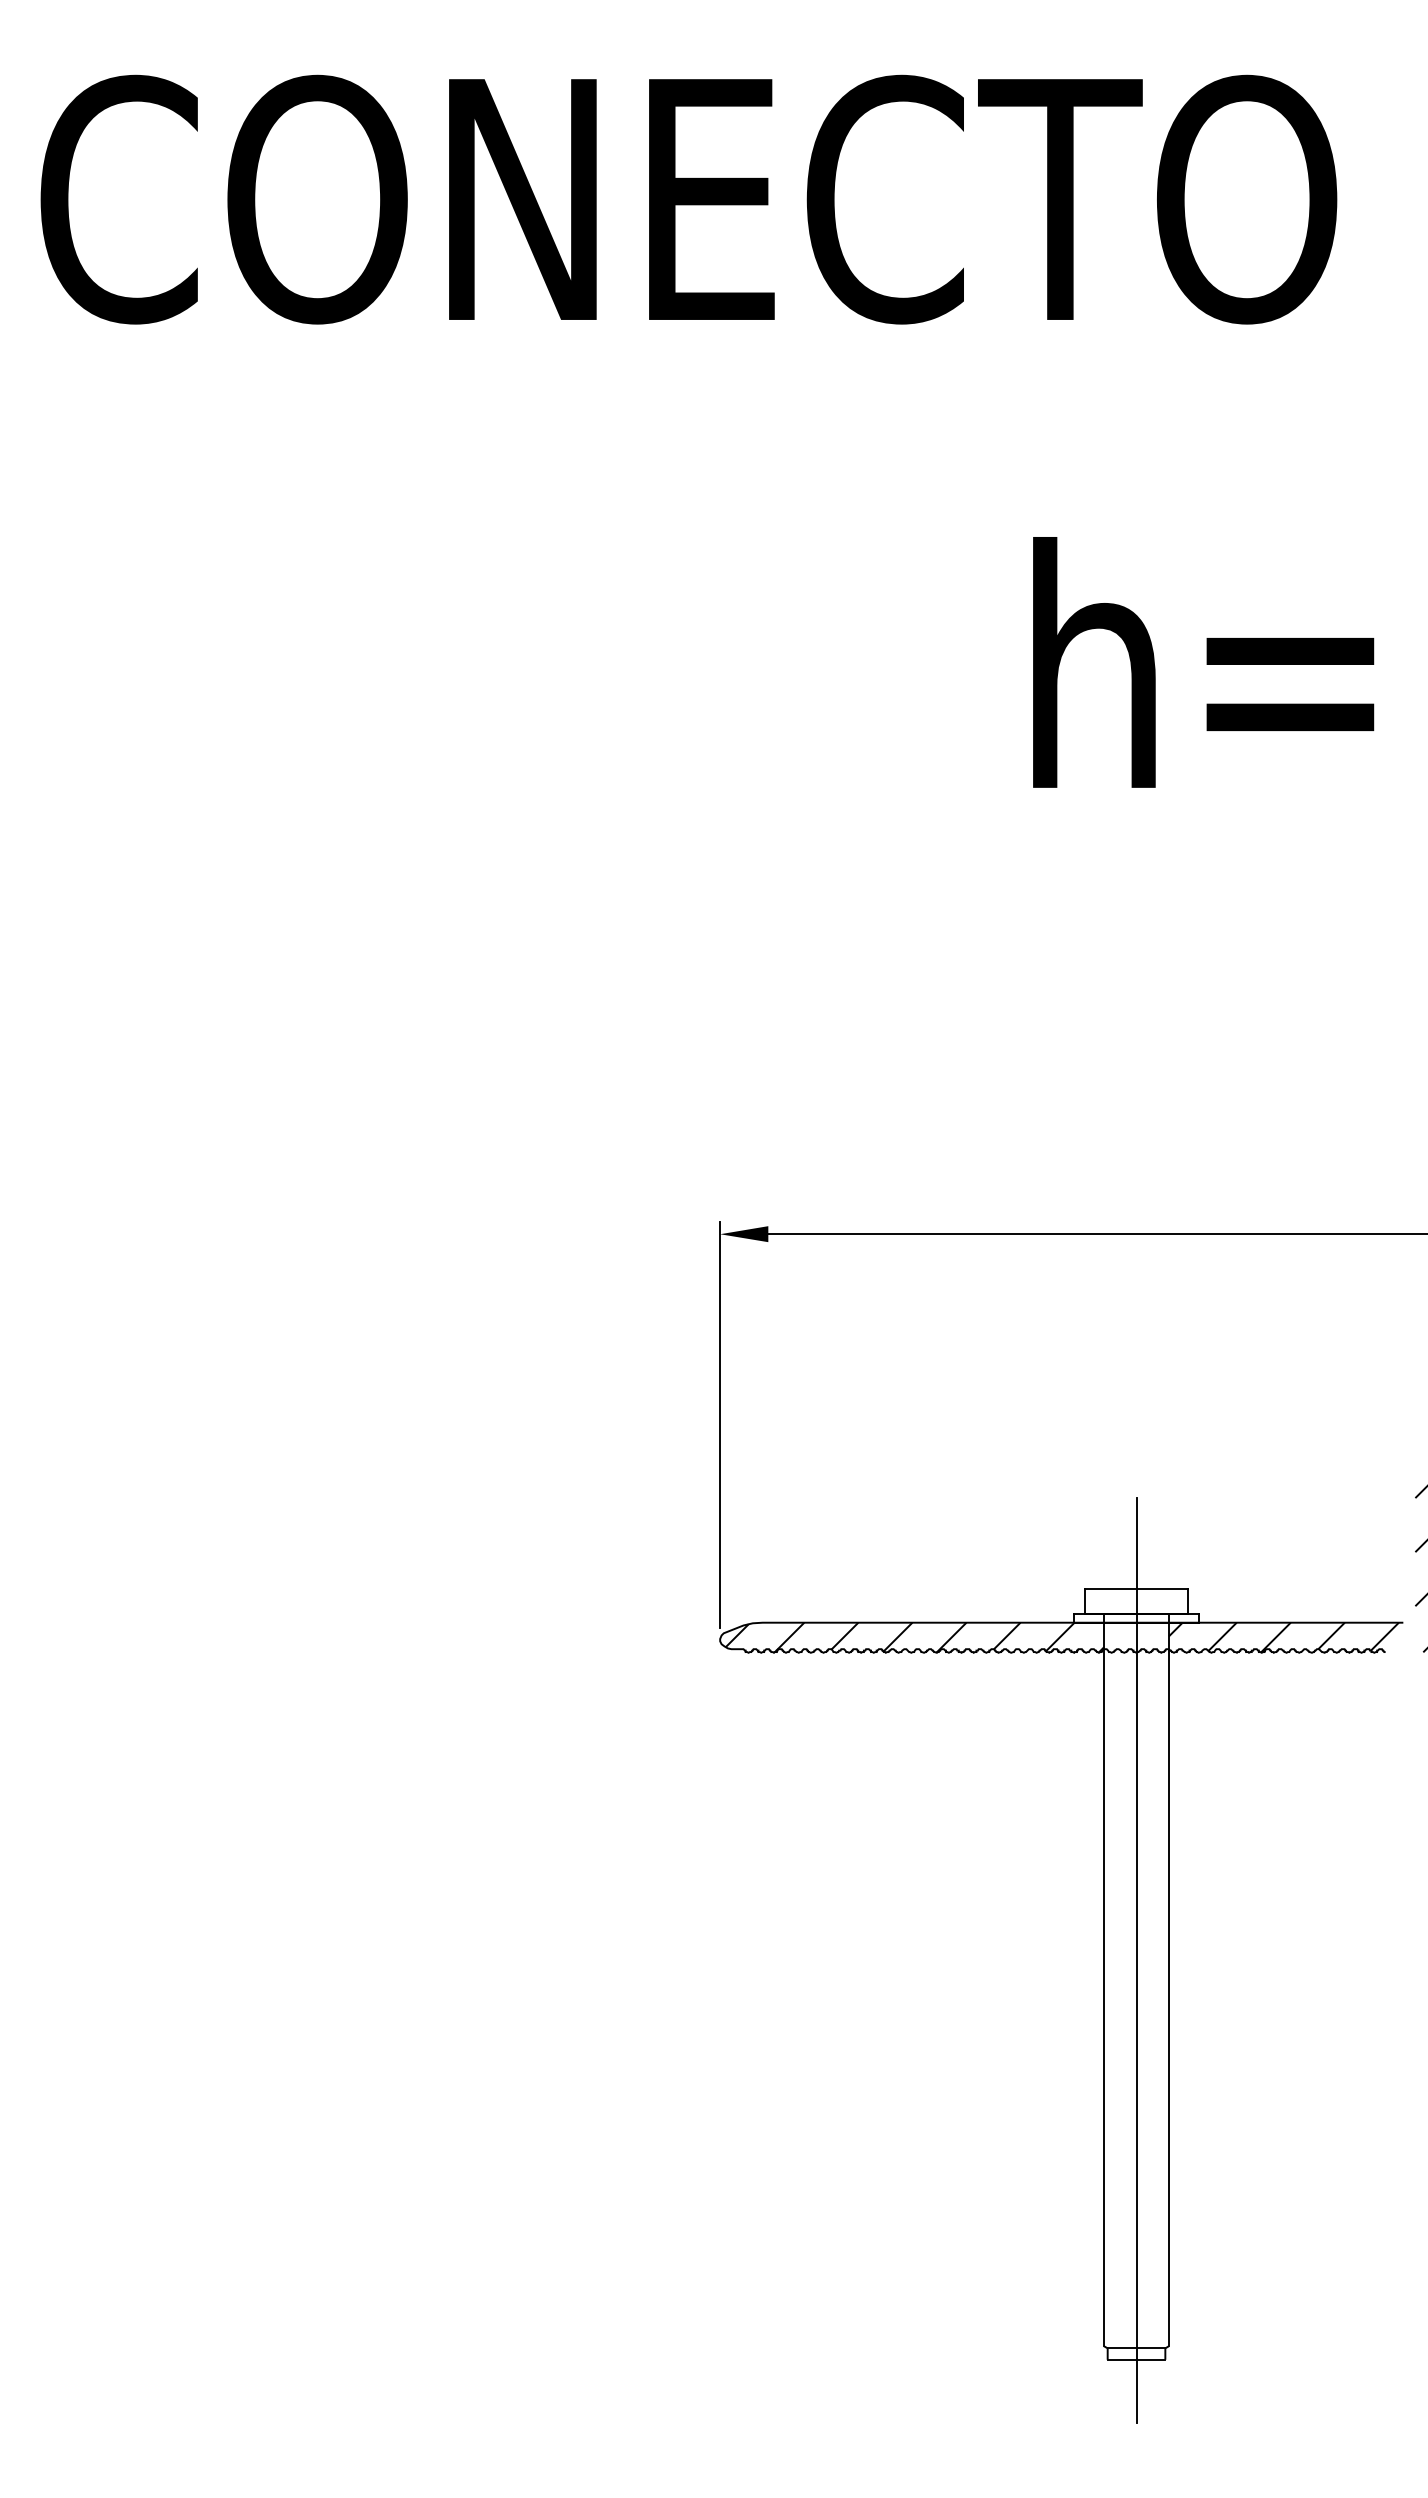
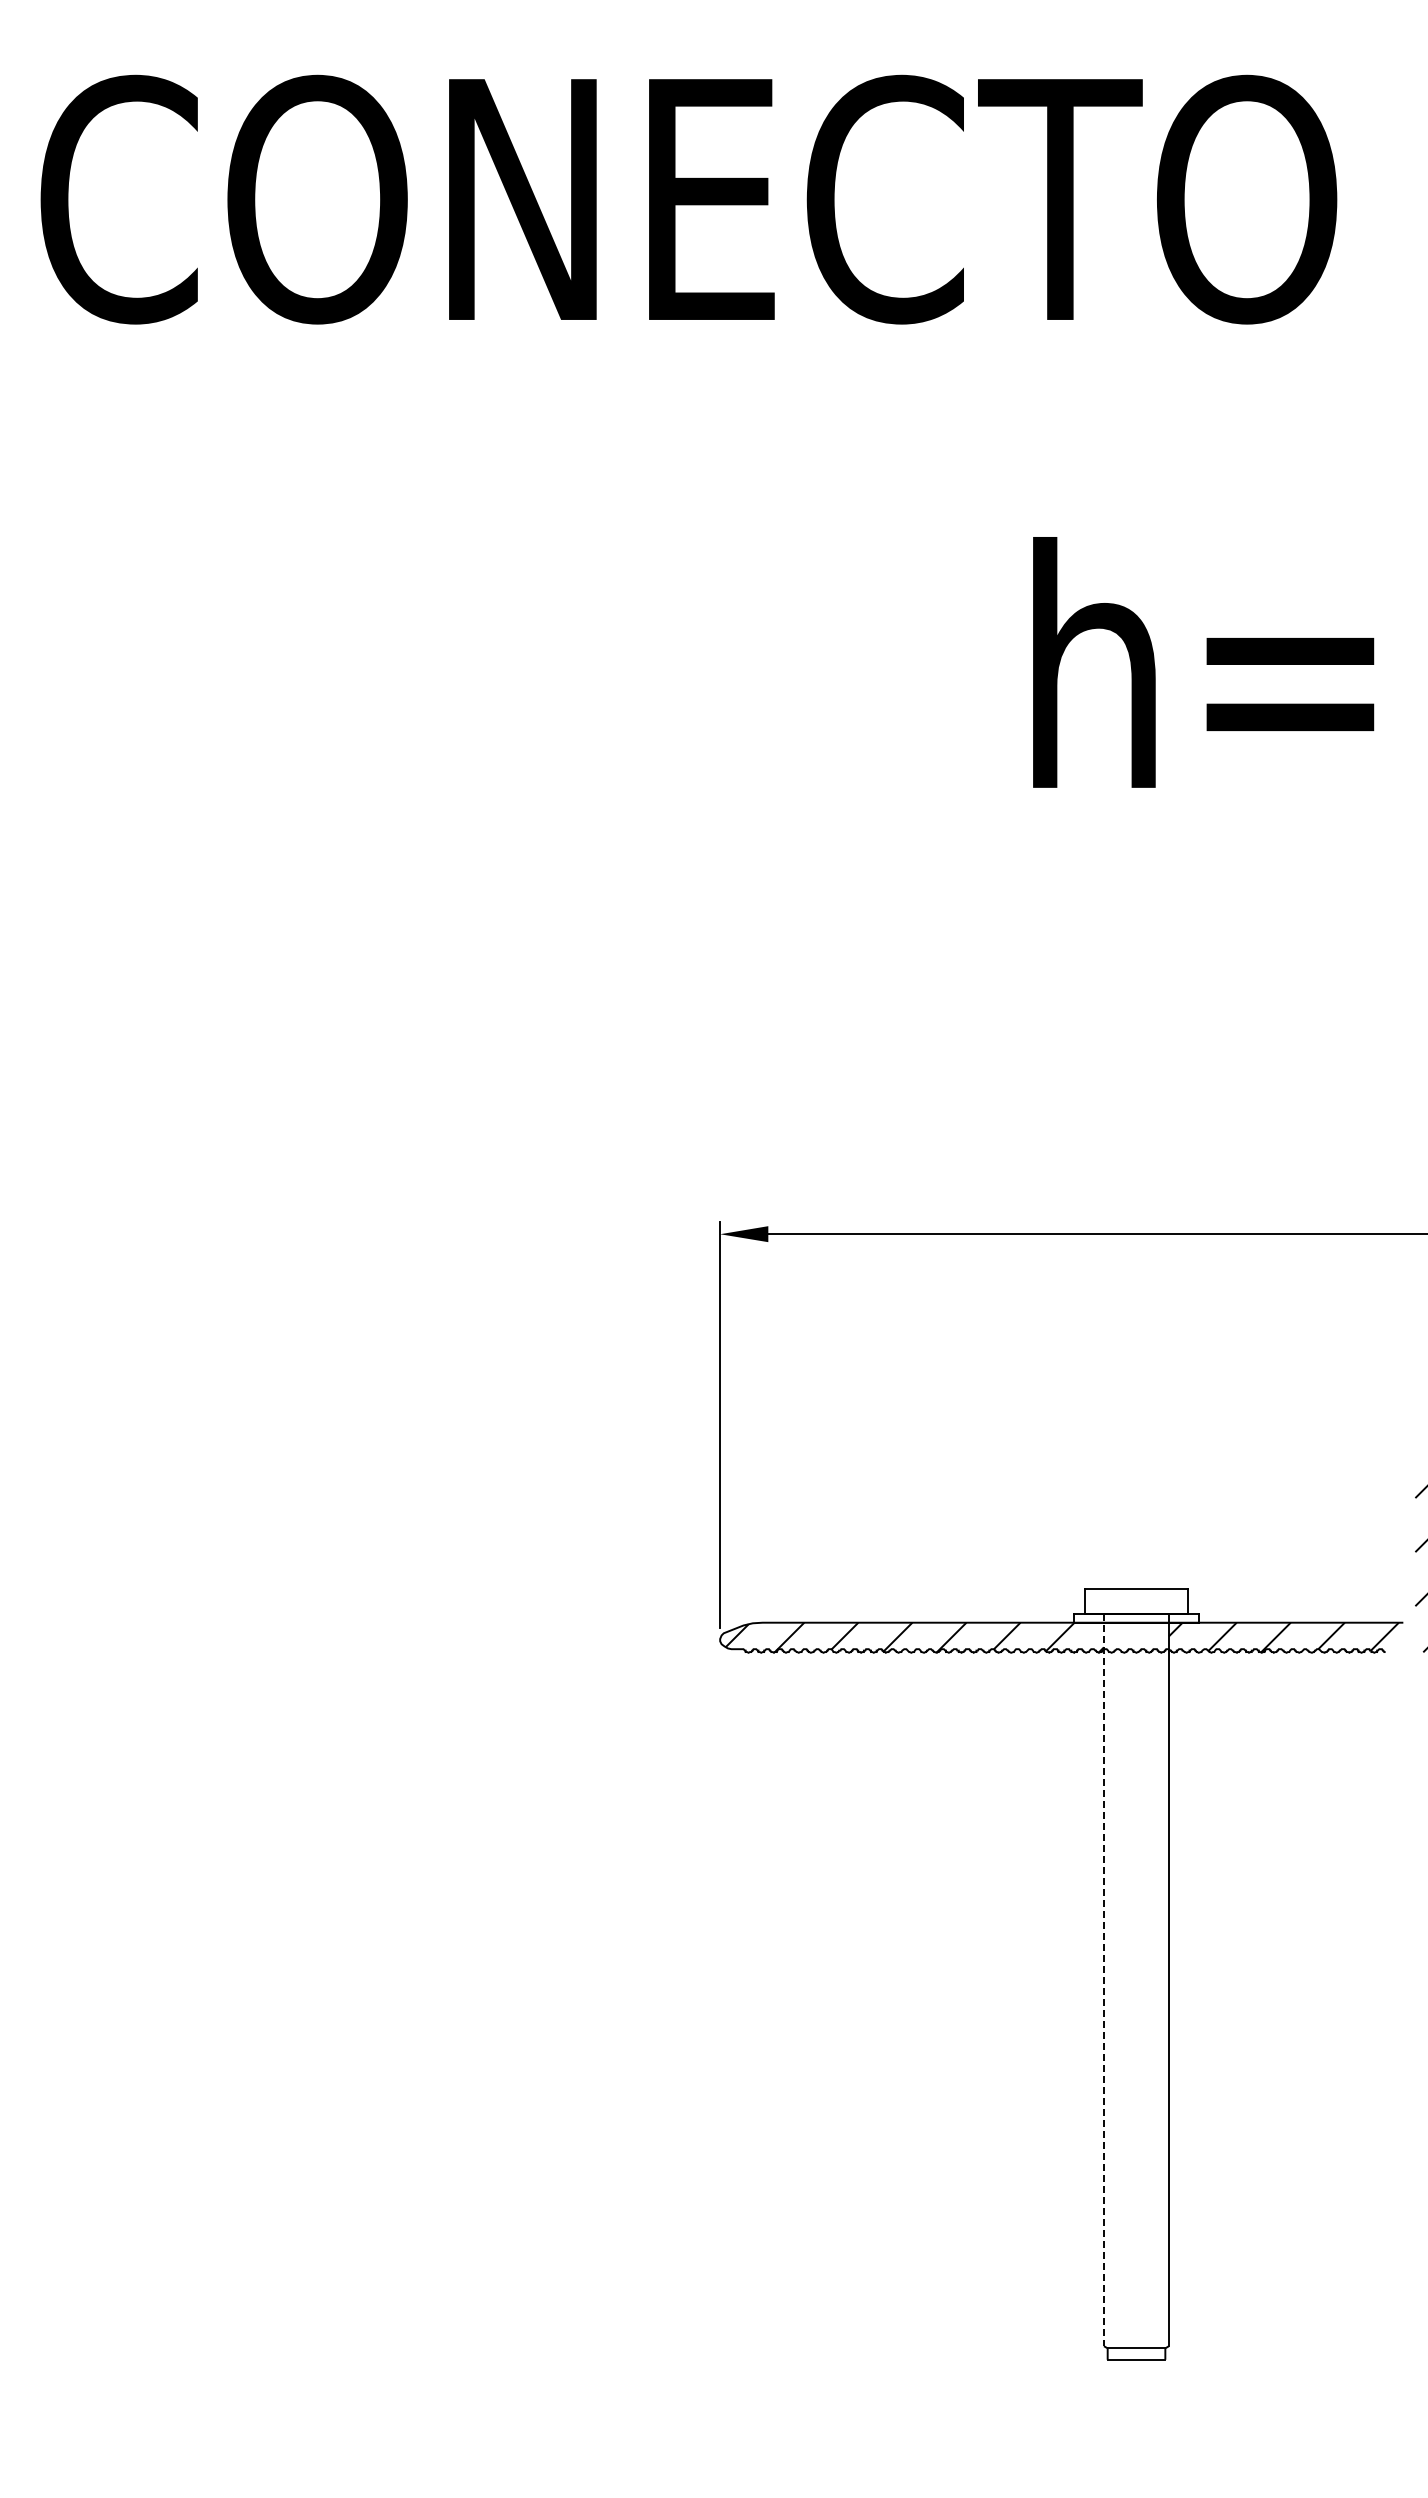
line at (1136, 1960): present -> none
line at (1103, 1980): solid -> dashed
